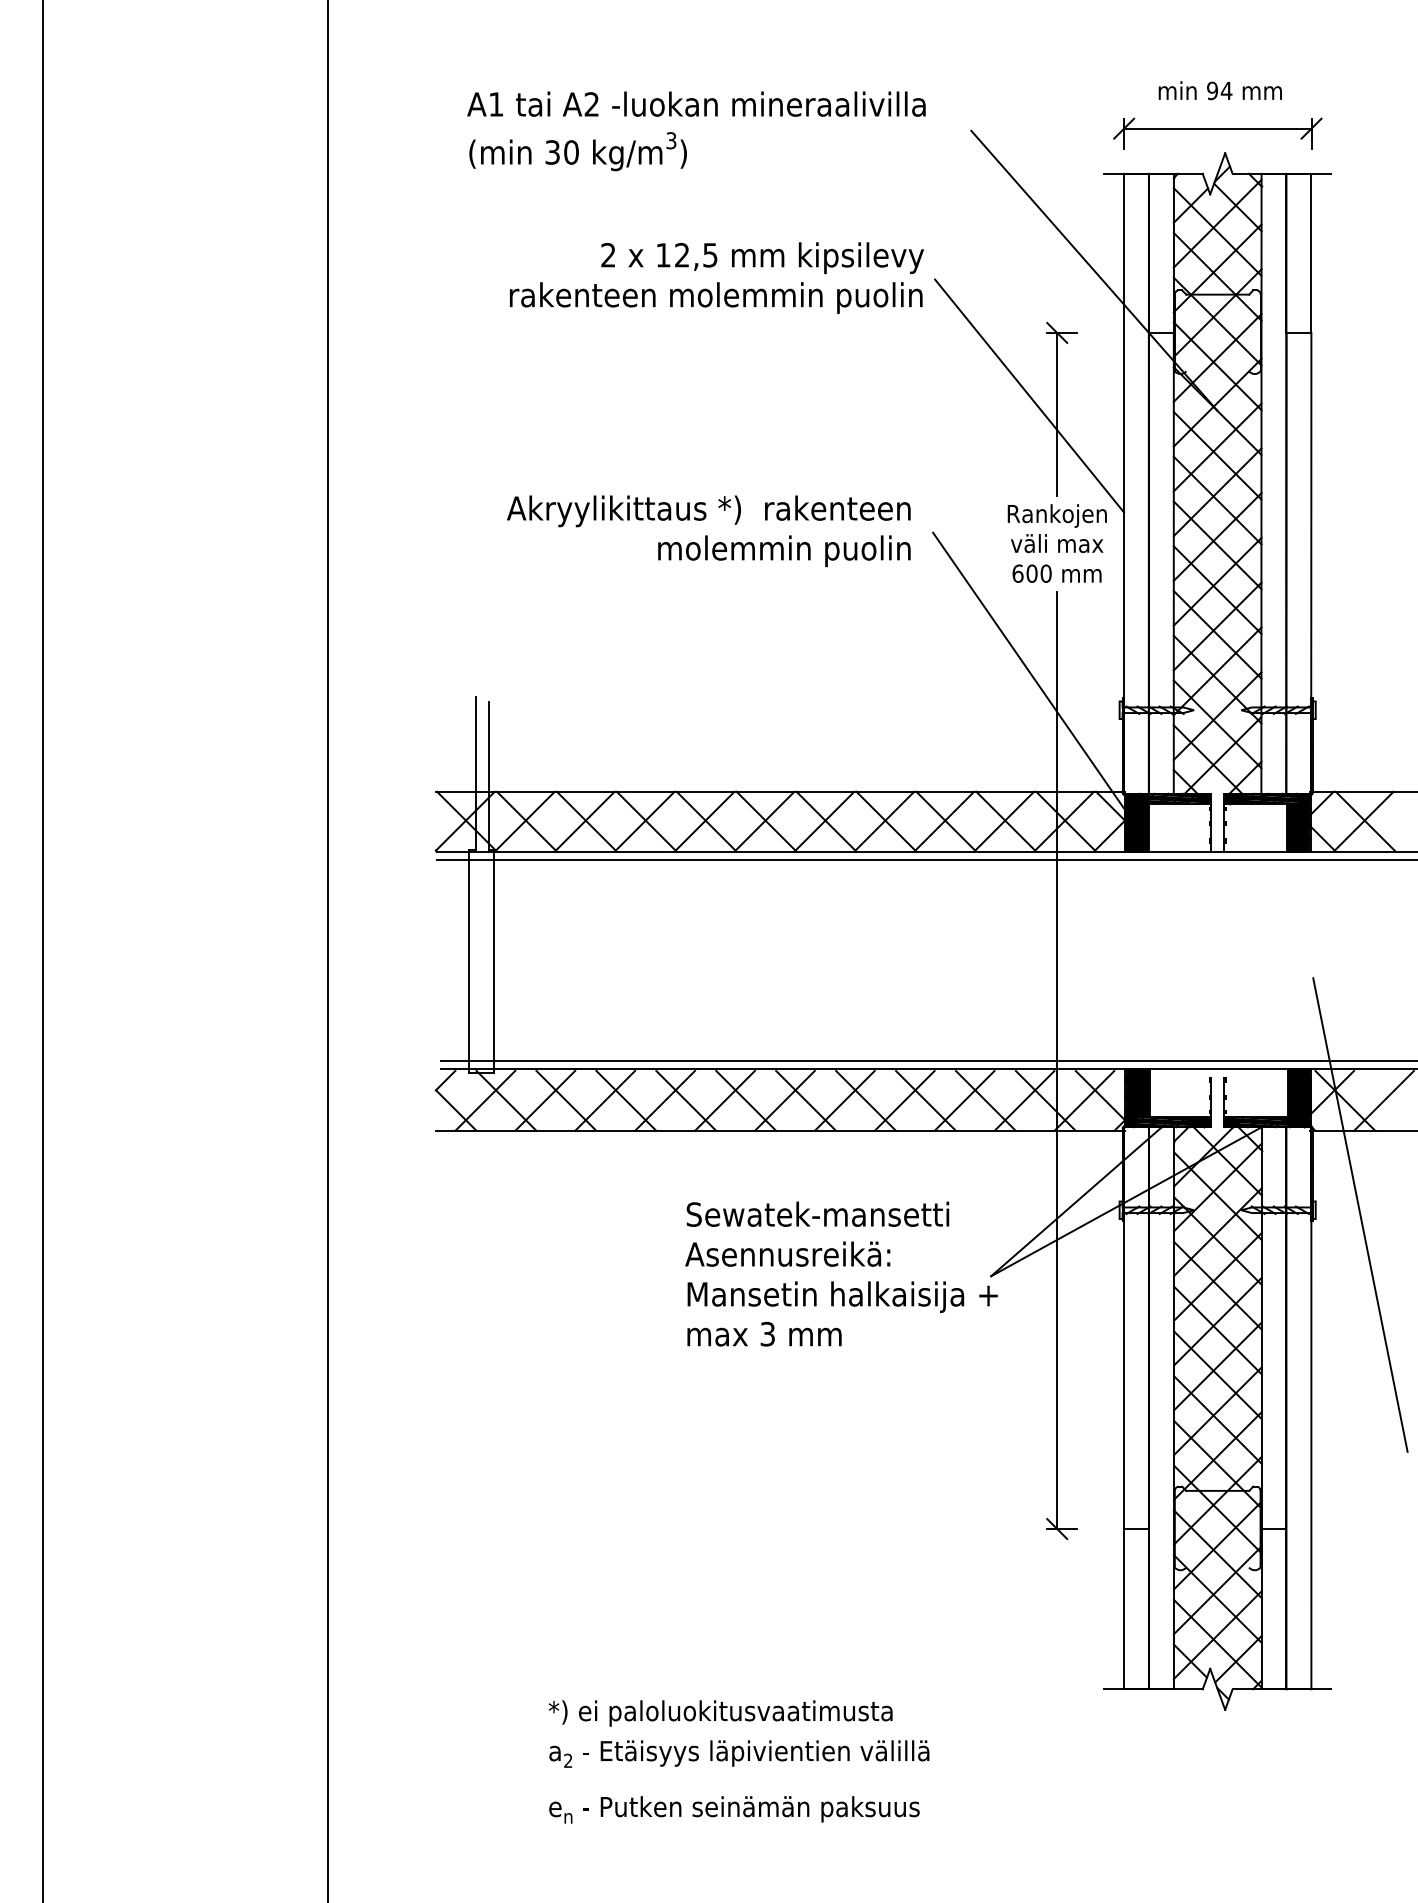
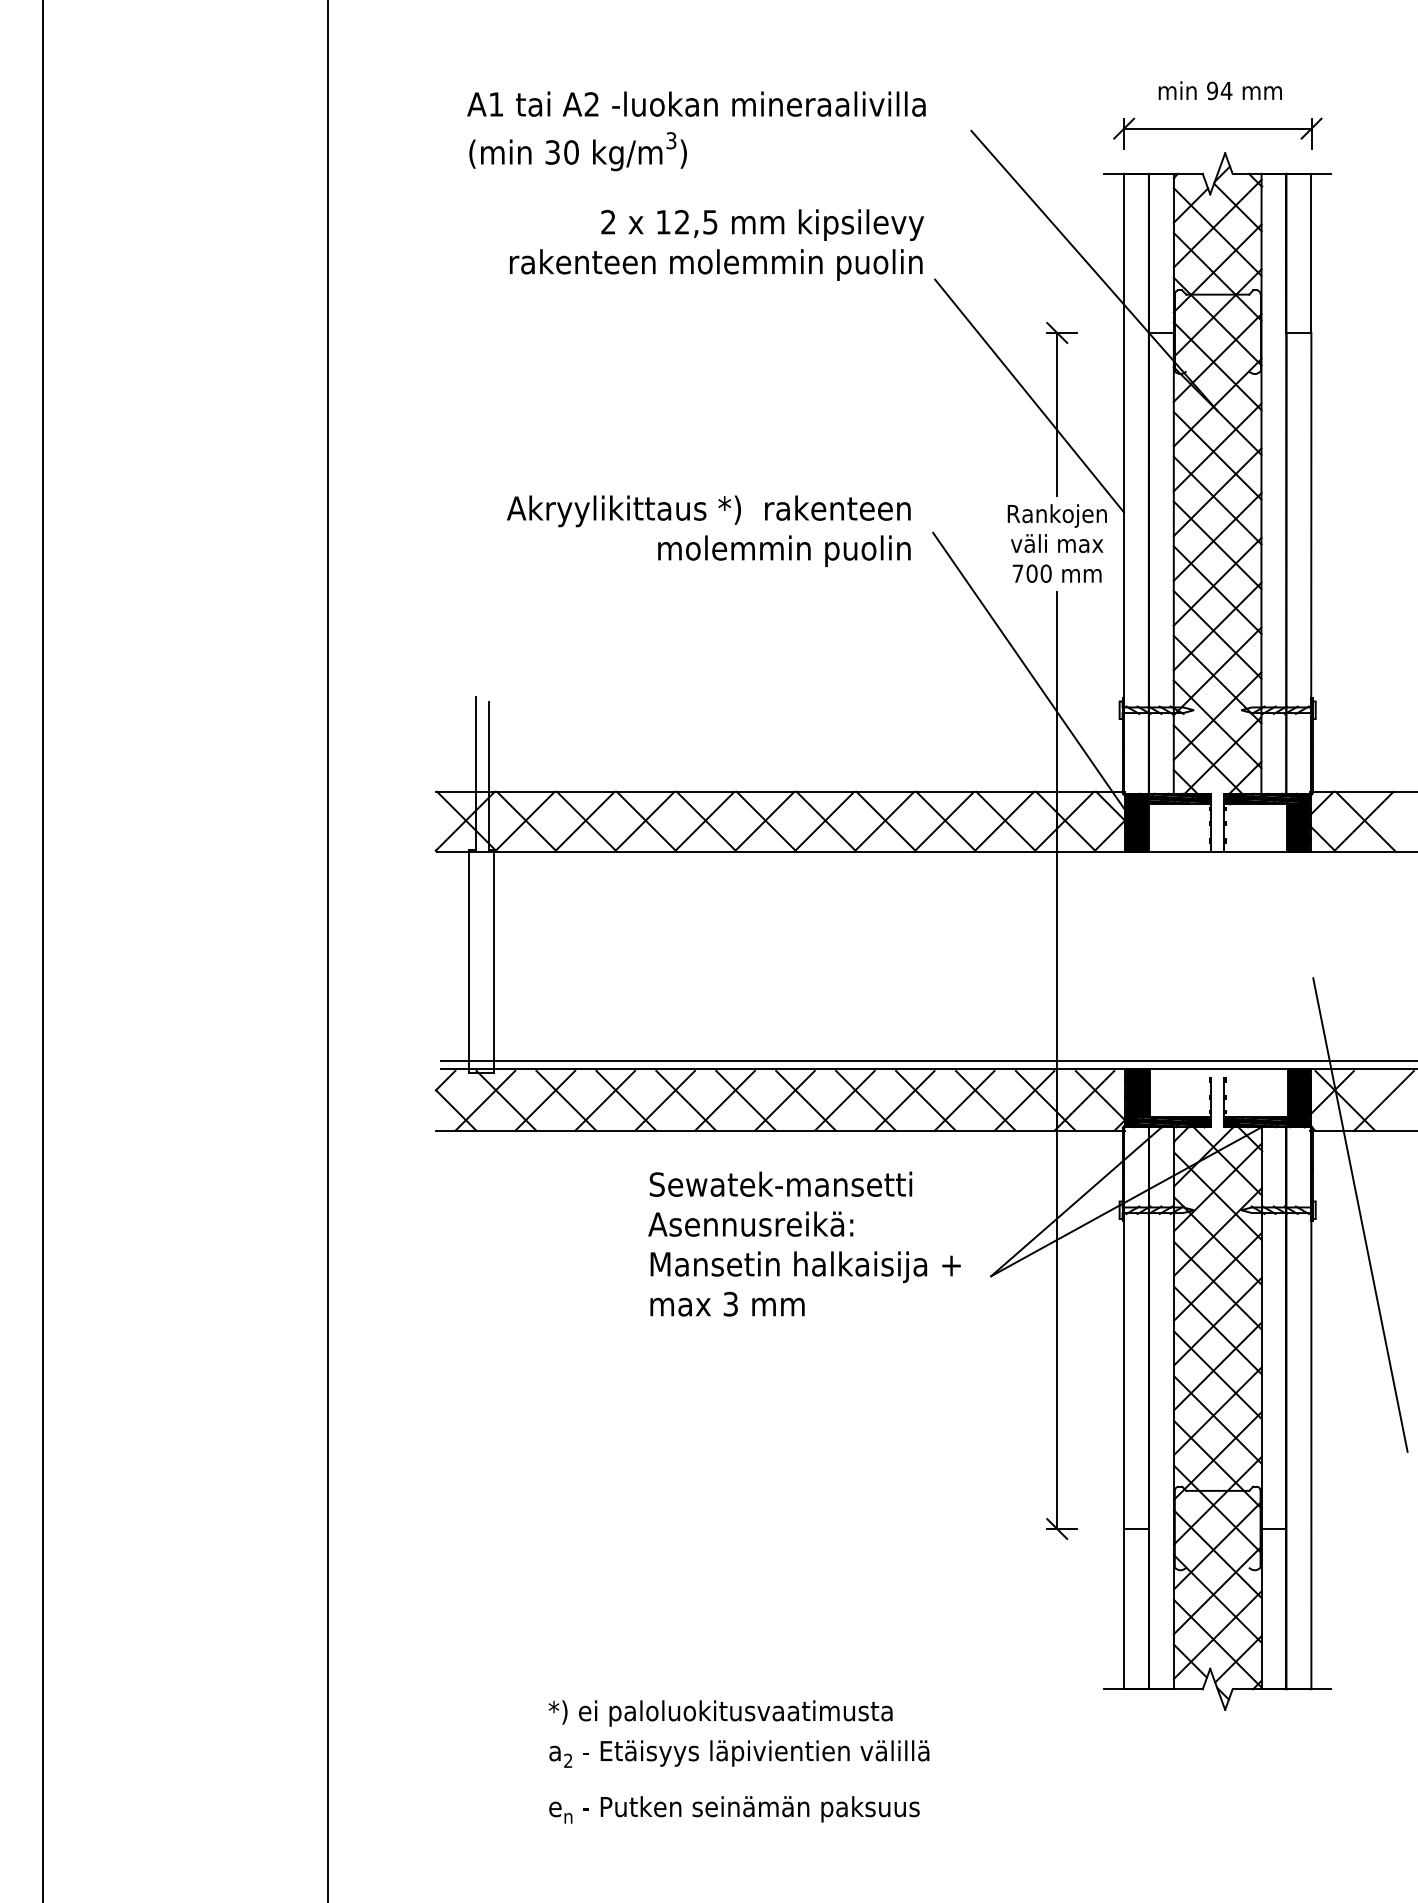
text at (716, 277) position: (716, 277) -> (716, 244)
text at (1017, 573): 600 -> 700
line at (925, 859): present -> none
text at (841, 1273) position: (841, 1273) -> (804, 1243)
